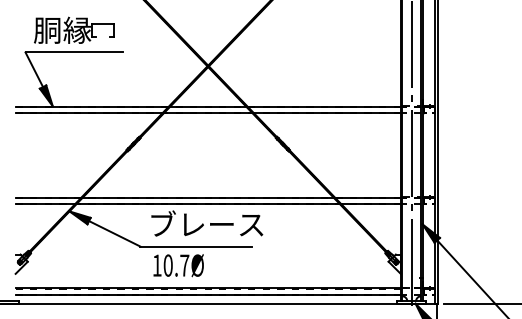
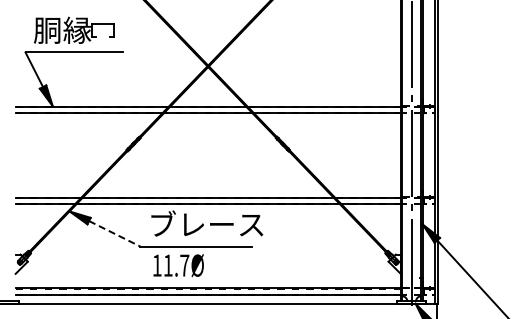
line at (114, 233): solid -> dashed
text at (167, 265): 10.7Ø -> 11.7Ø
line at (481, 303): present -> none
